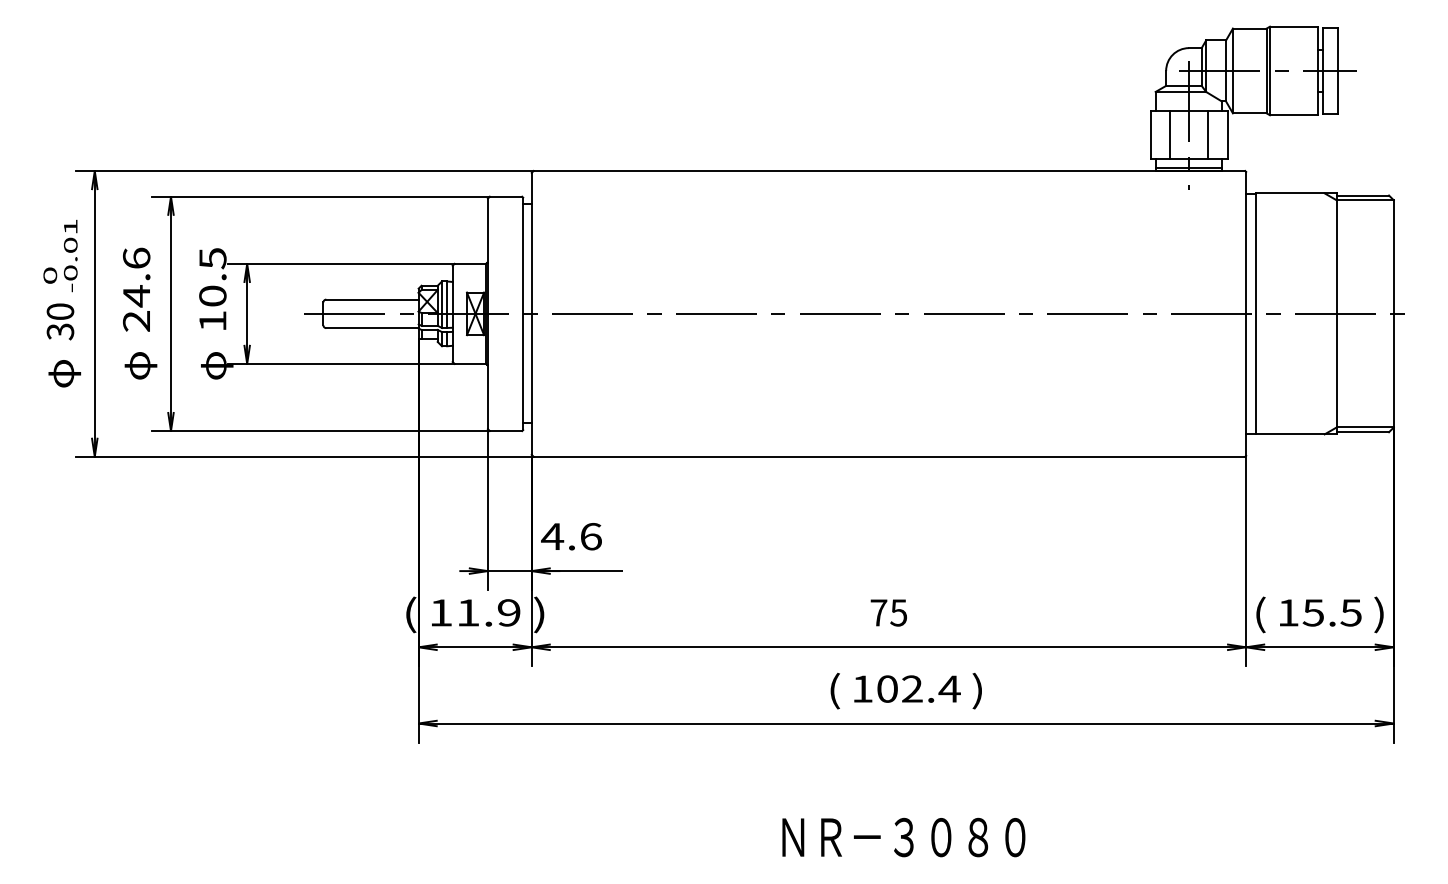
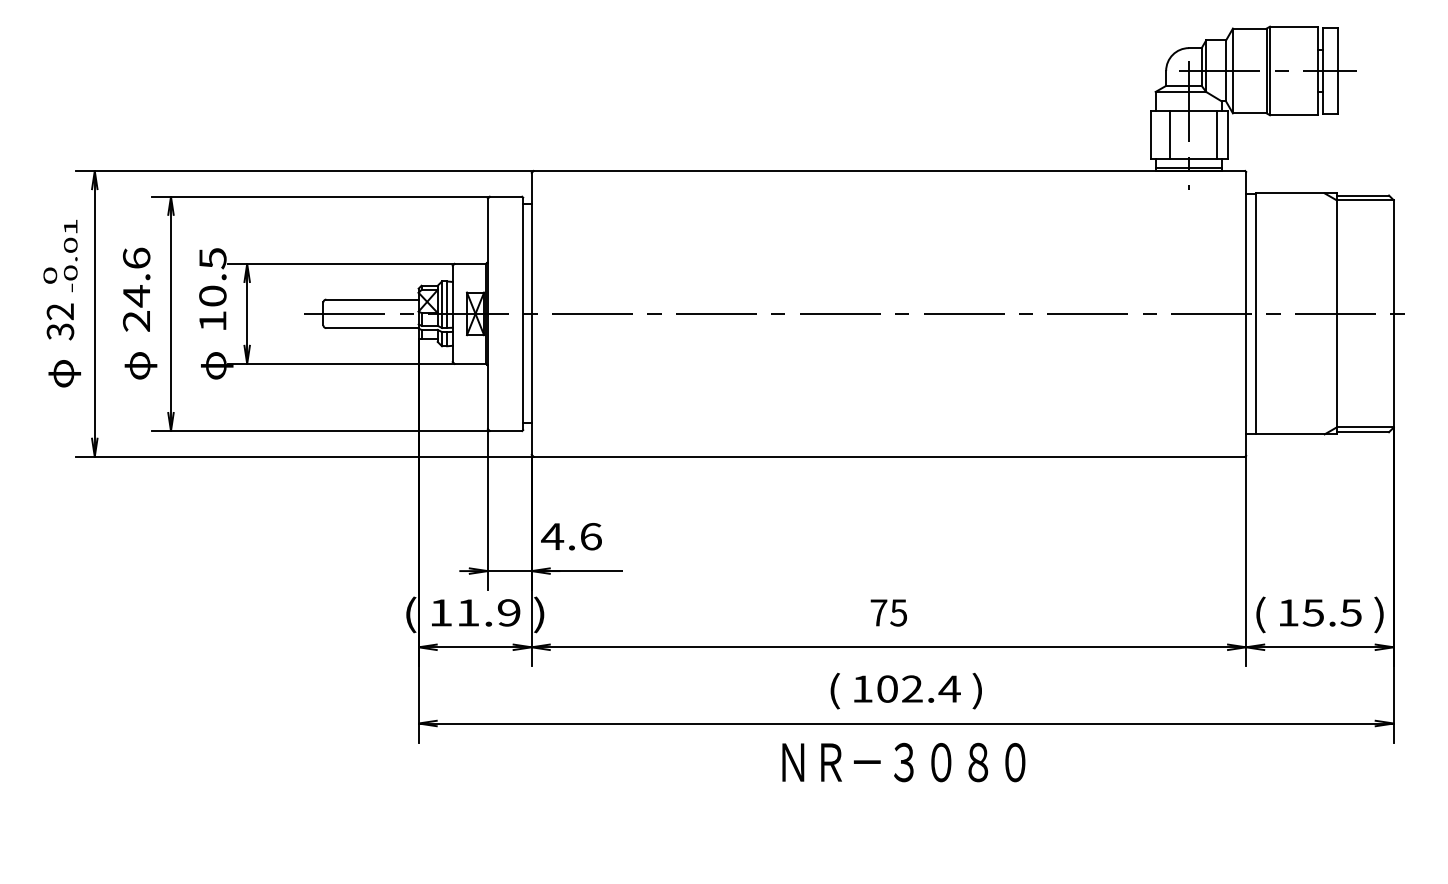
line at (1208, 134) position: (1208, 134) -> (1217, 134)
text at (60, 311): 30 -> 32
text at (903, 837) position: (903, 837) -> (903, 762)
